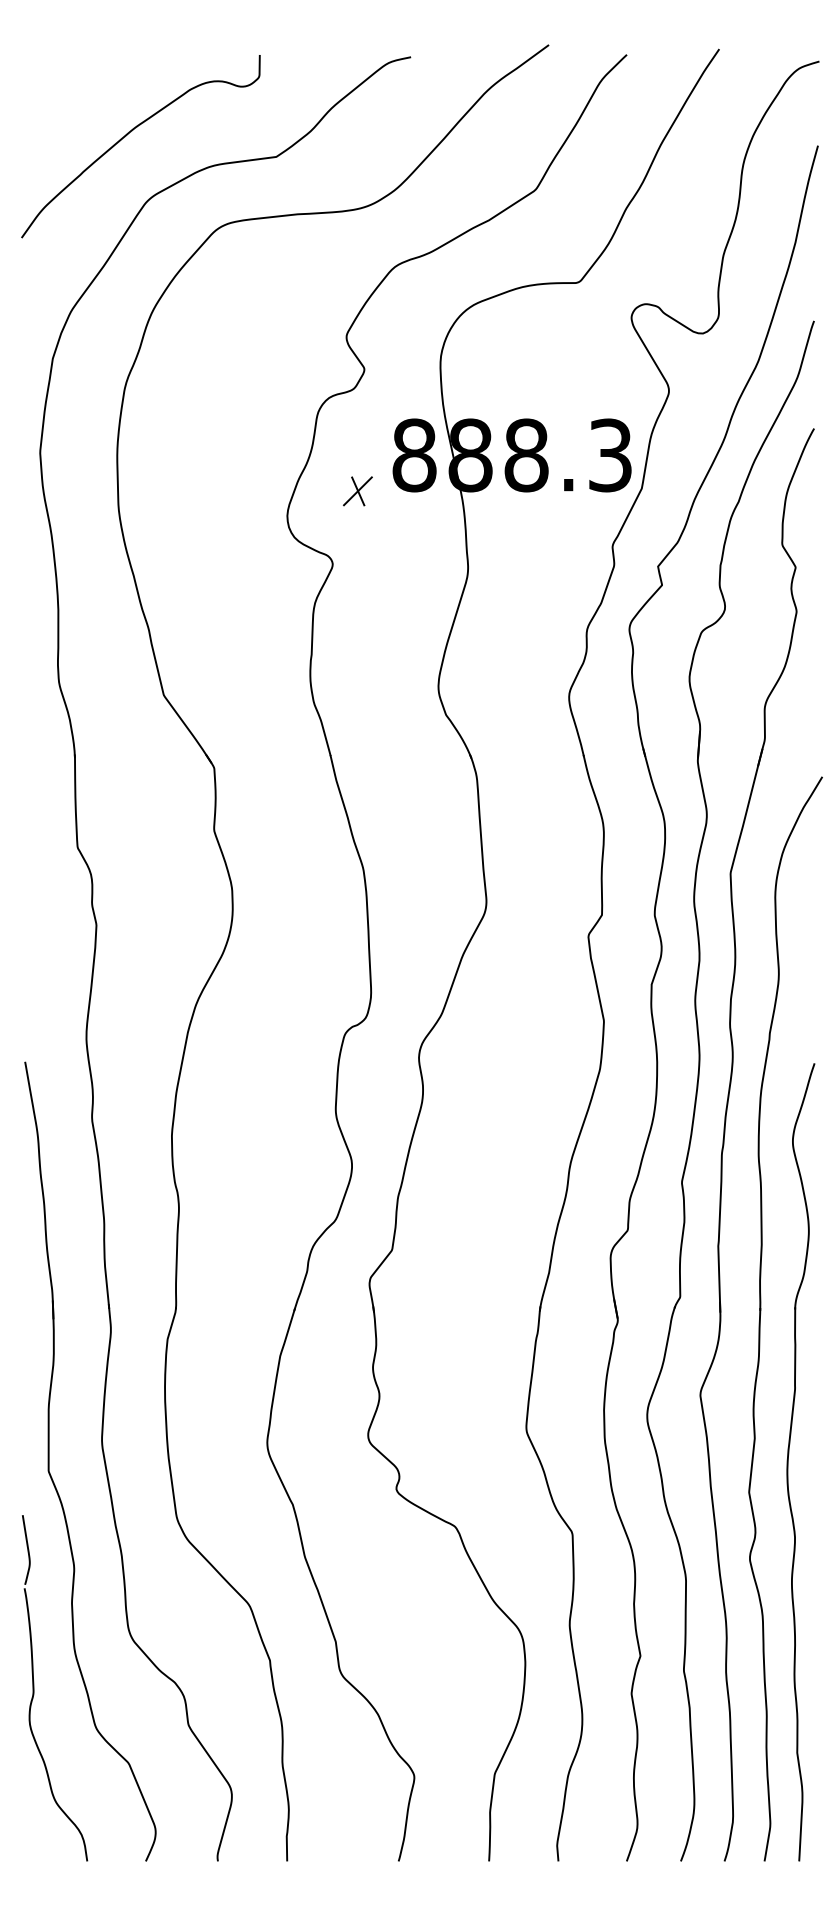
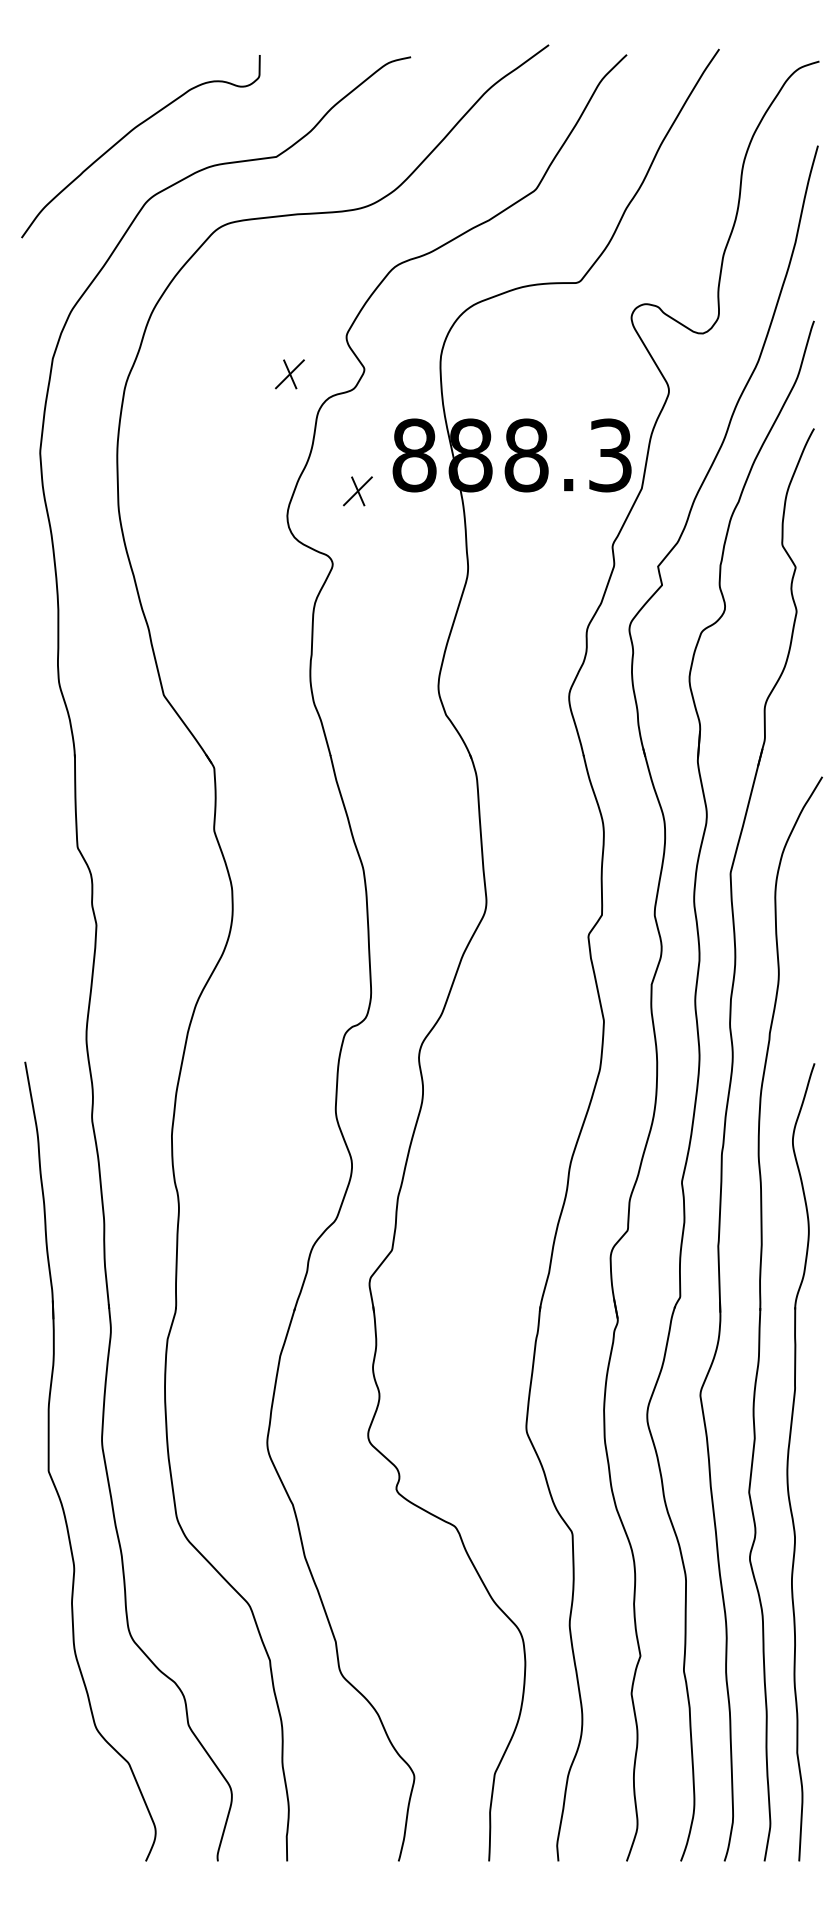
part at (289, 374): none -> present
part at (34, 1688): present -> none
